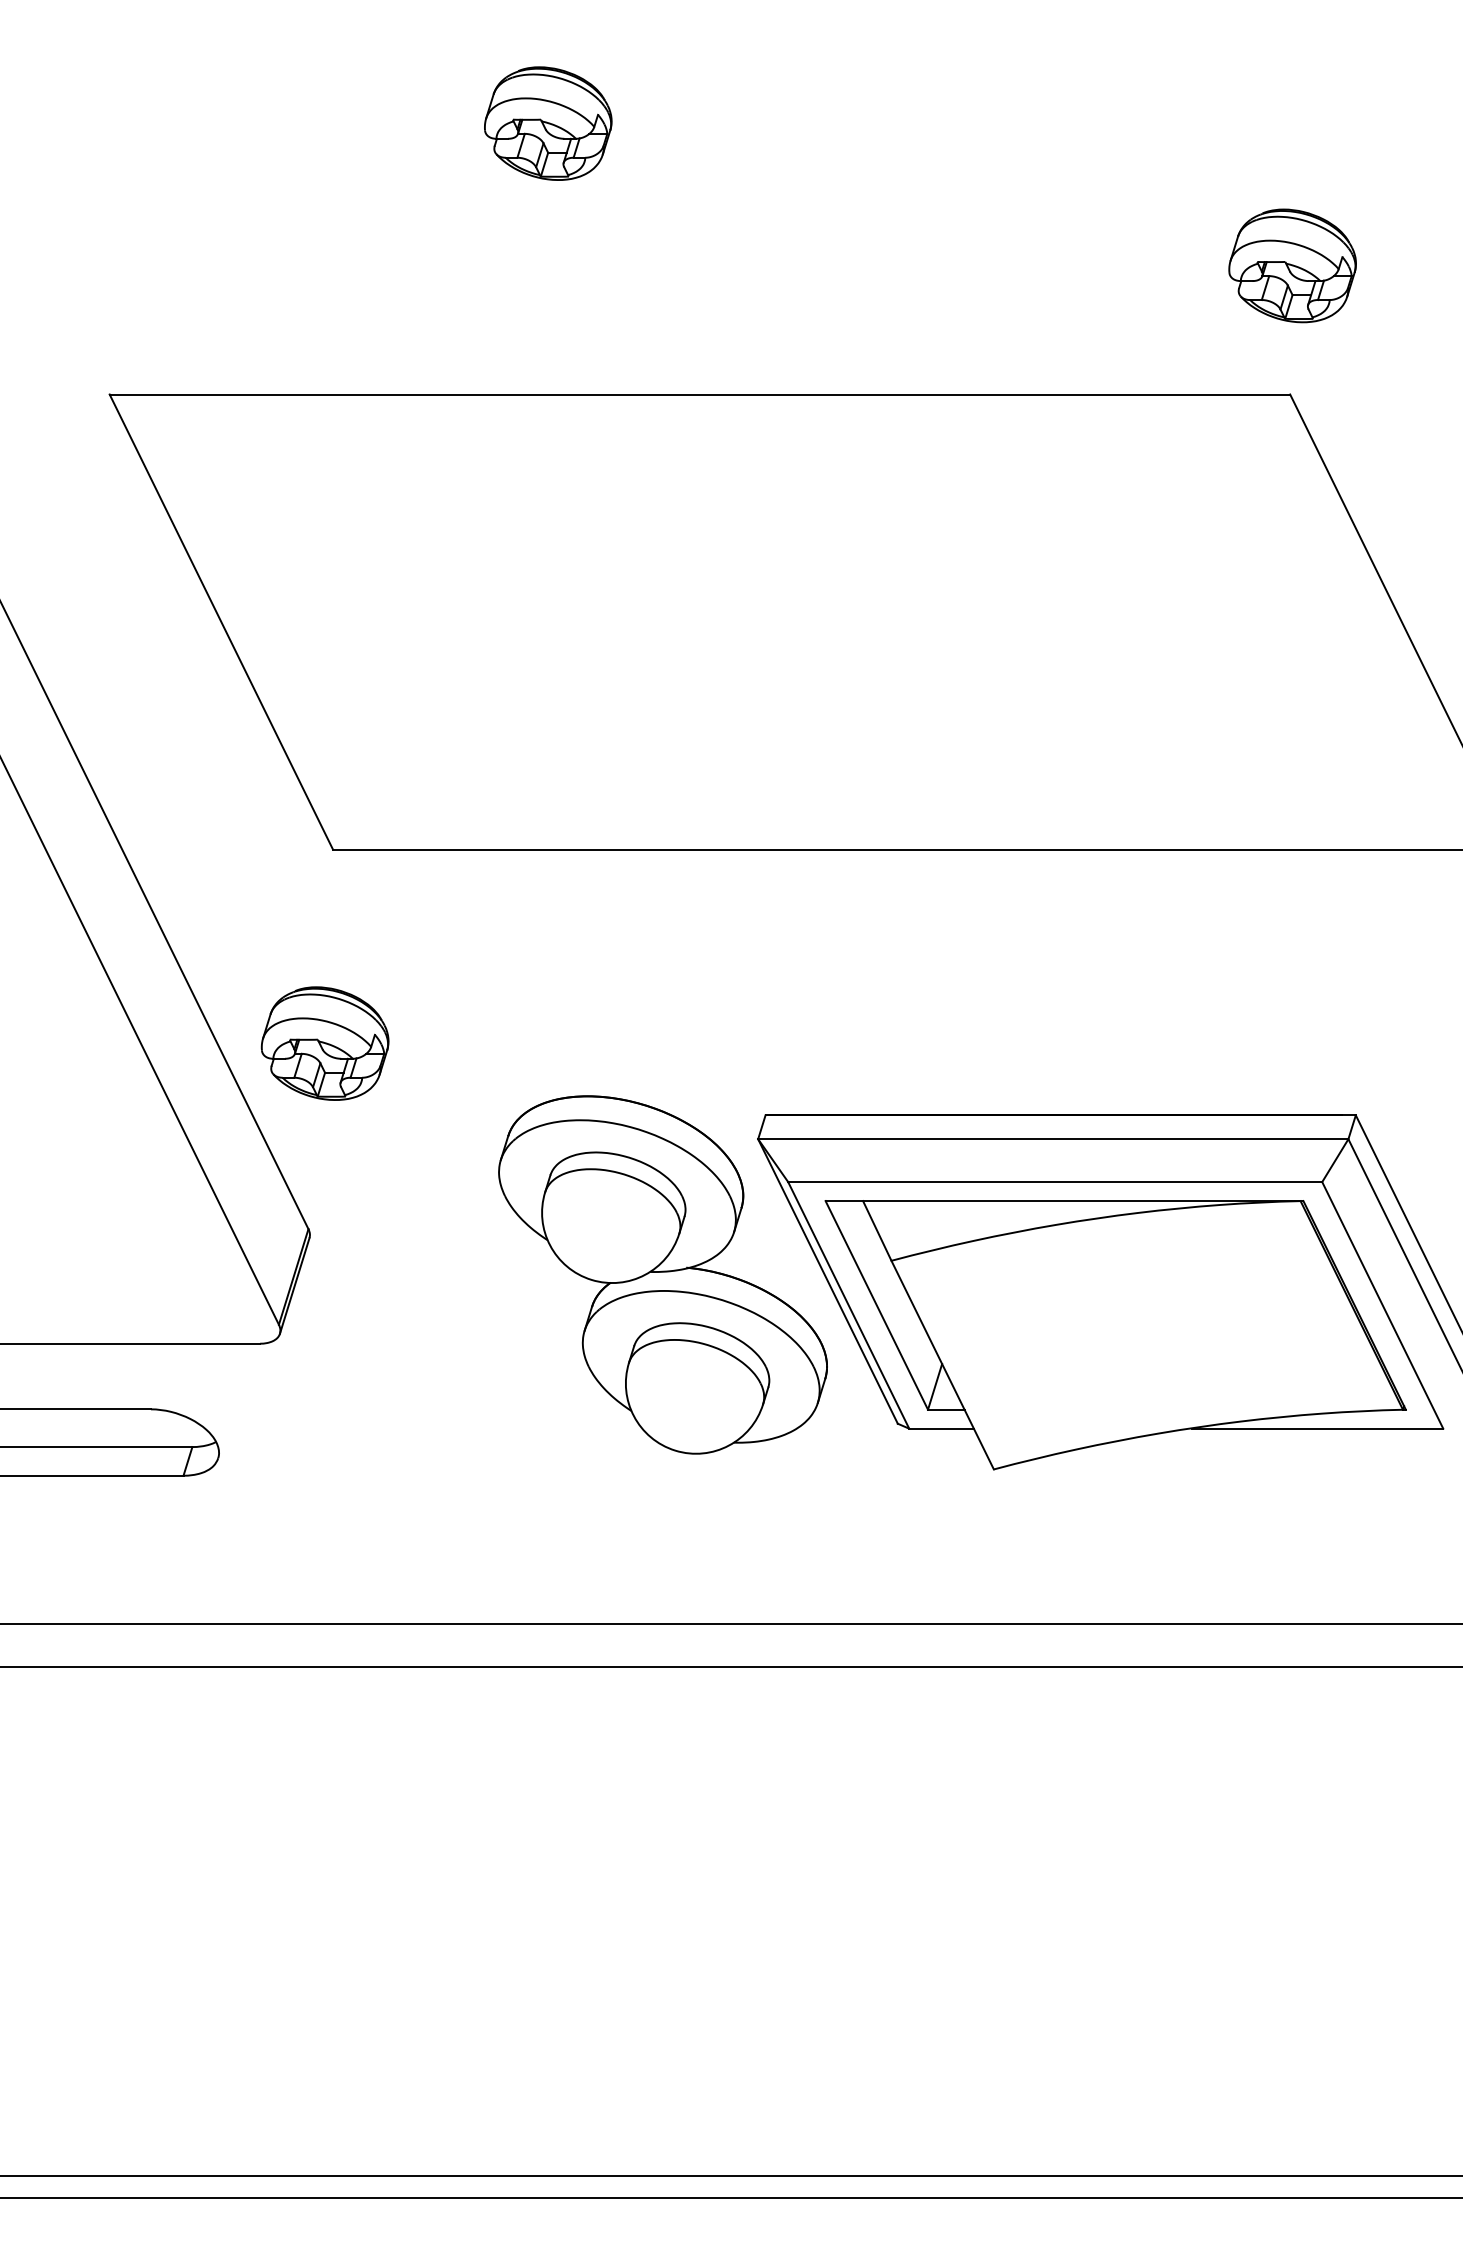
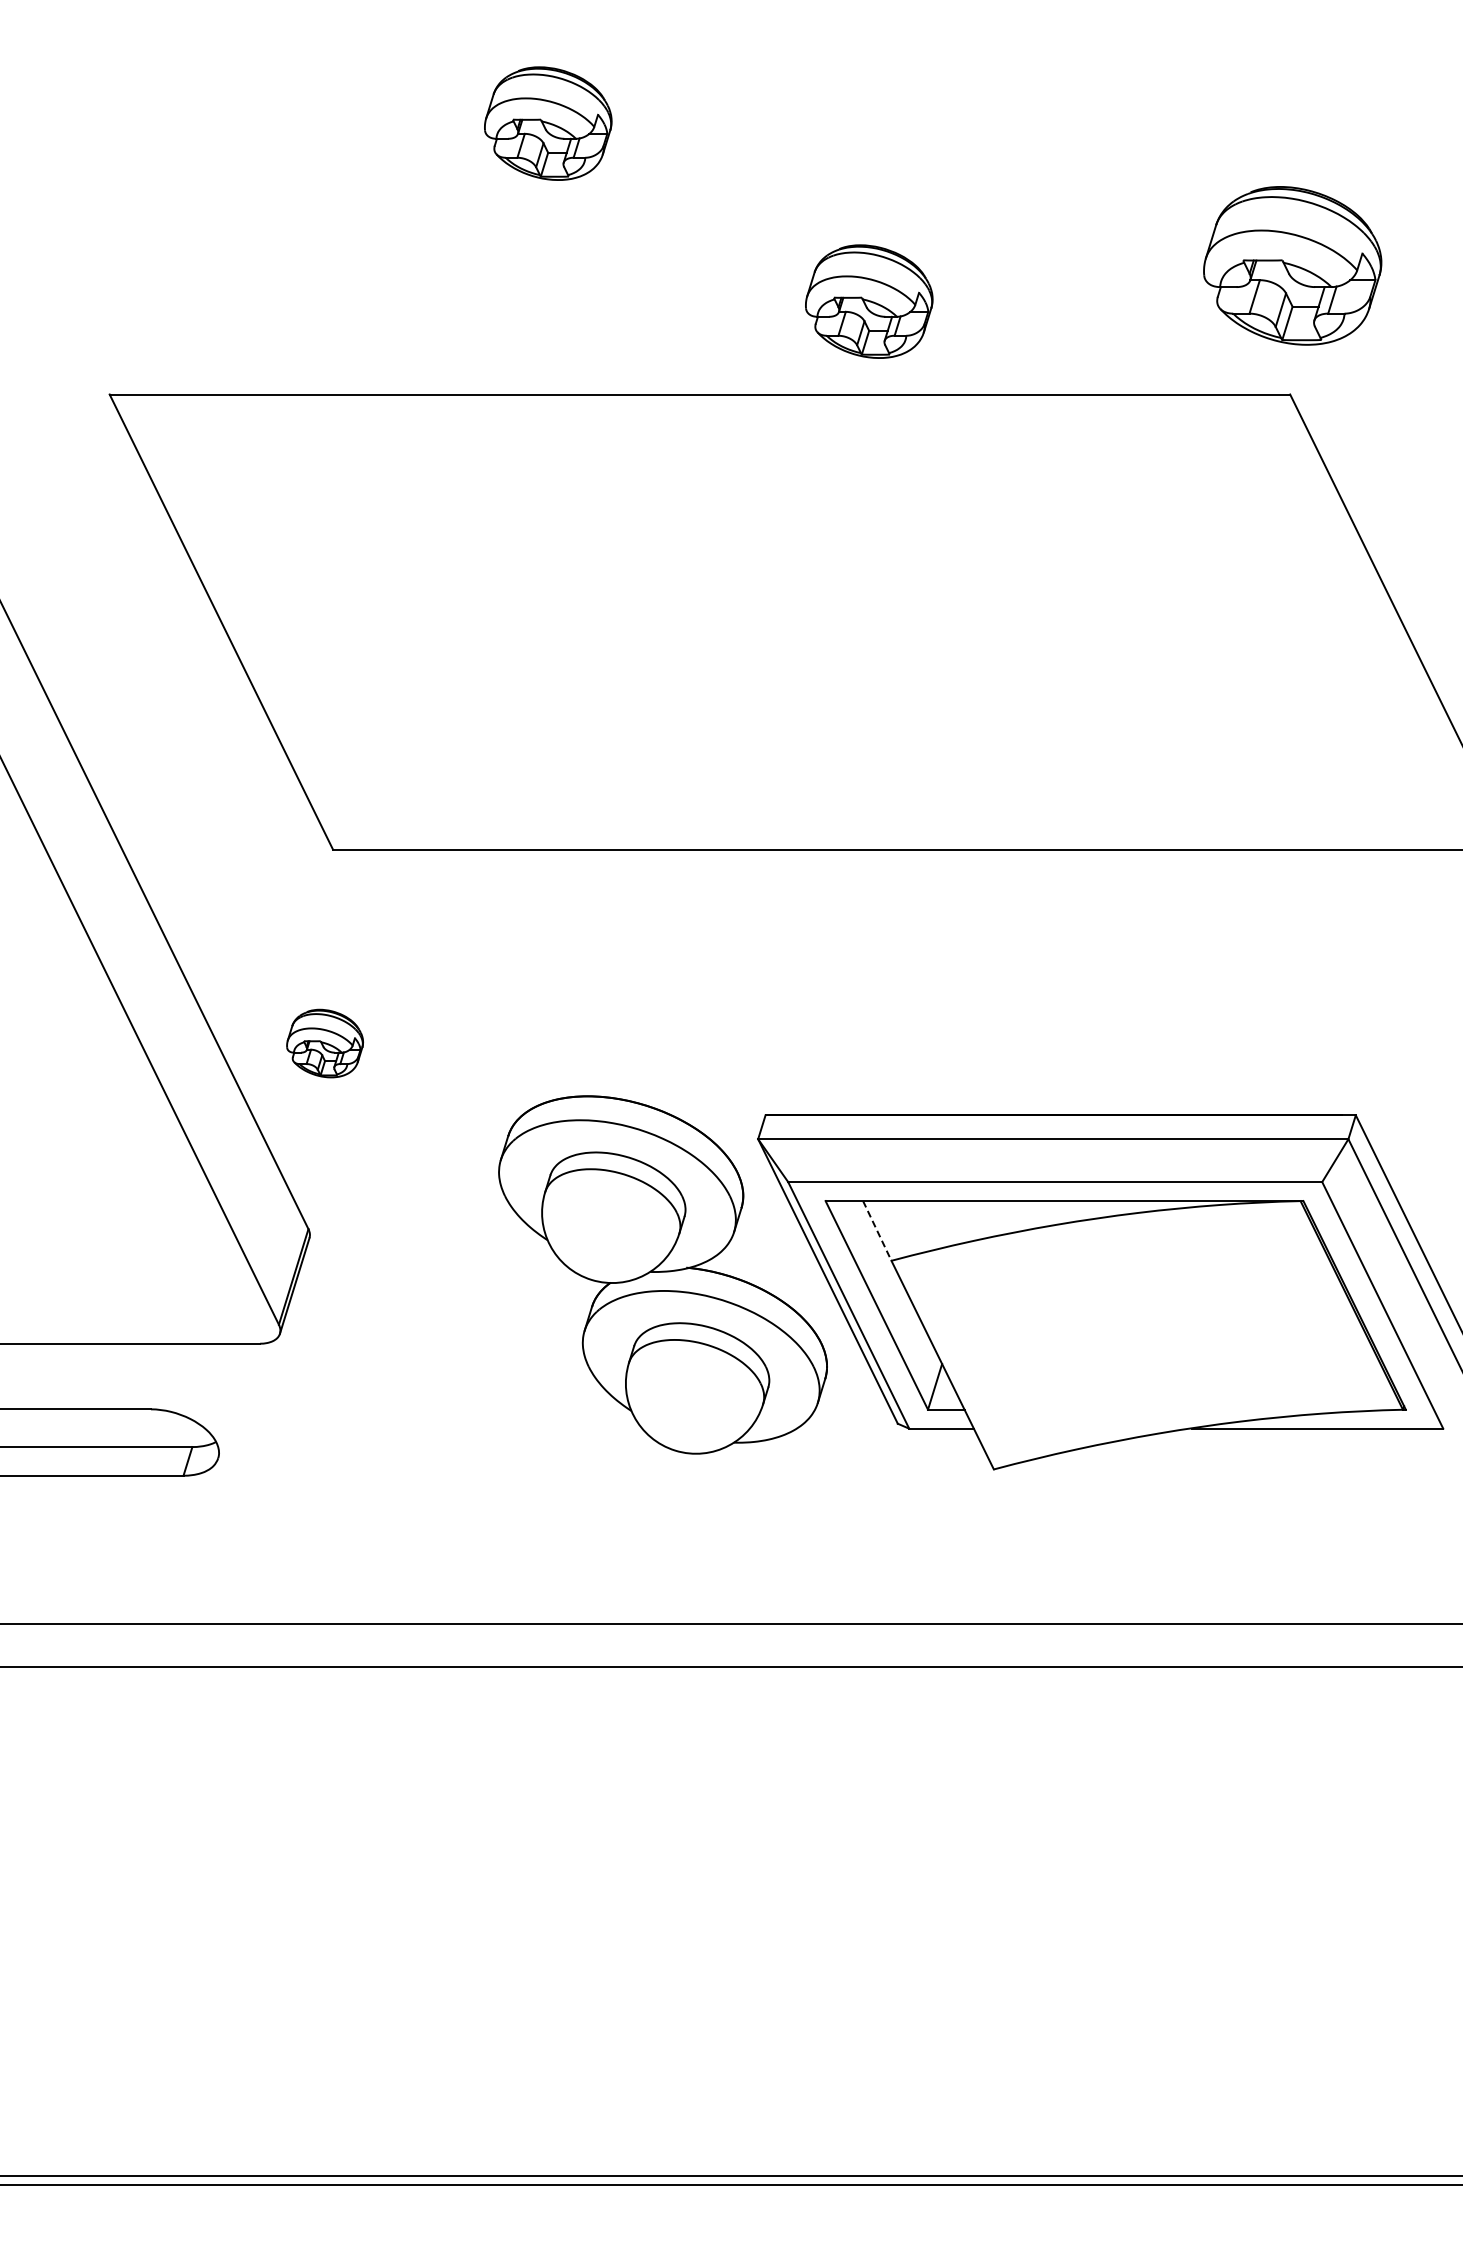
part at (1292, 265) size: 129x116 px -> 180x160 px
part at (869, 301): none -> present
part at (324, 1043) size: 130x115 px -> 78x71 px
line at (877, 1231): solid -> dashed
line at (730, 2198) position: (730, 2198) -> (730, 2185)
